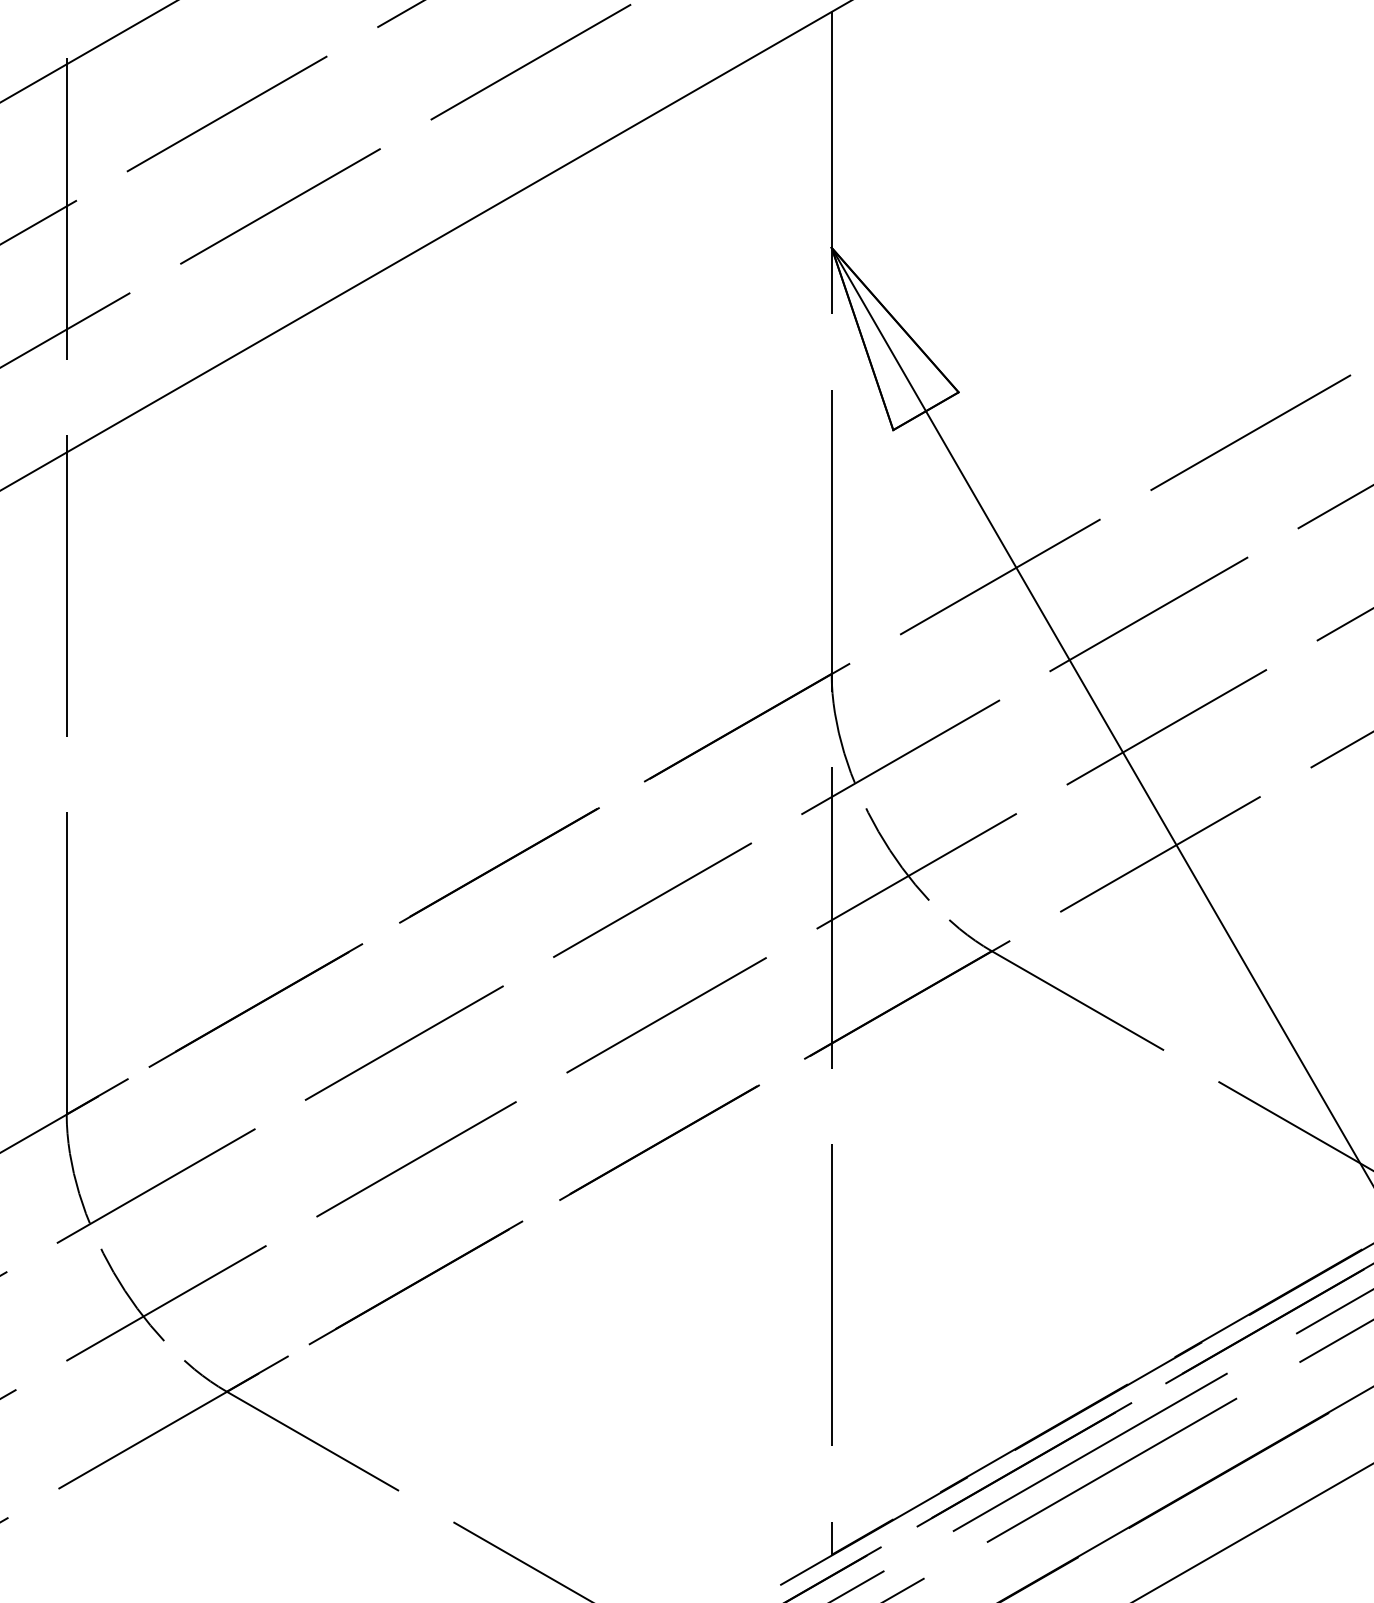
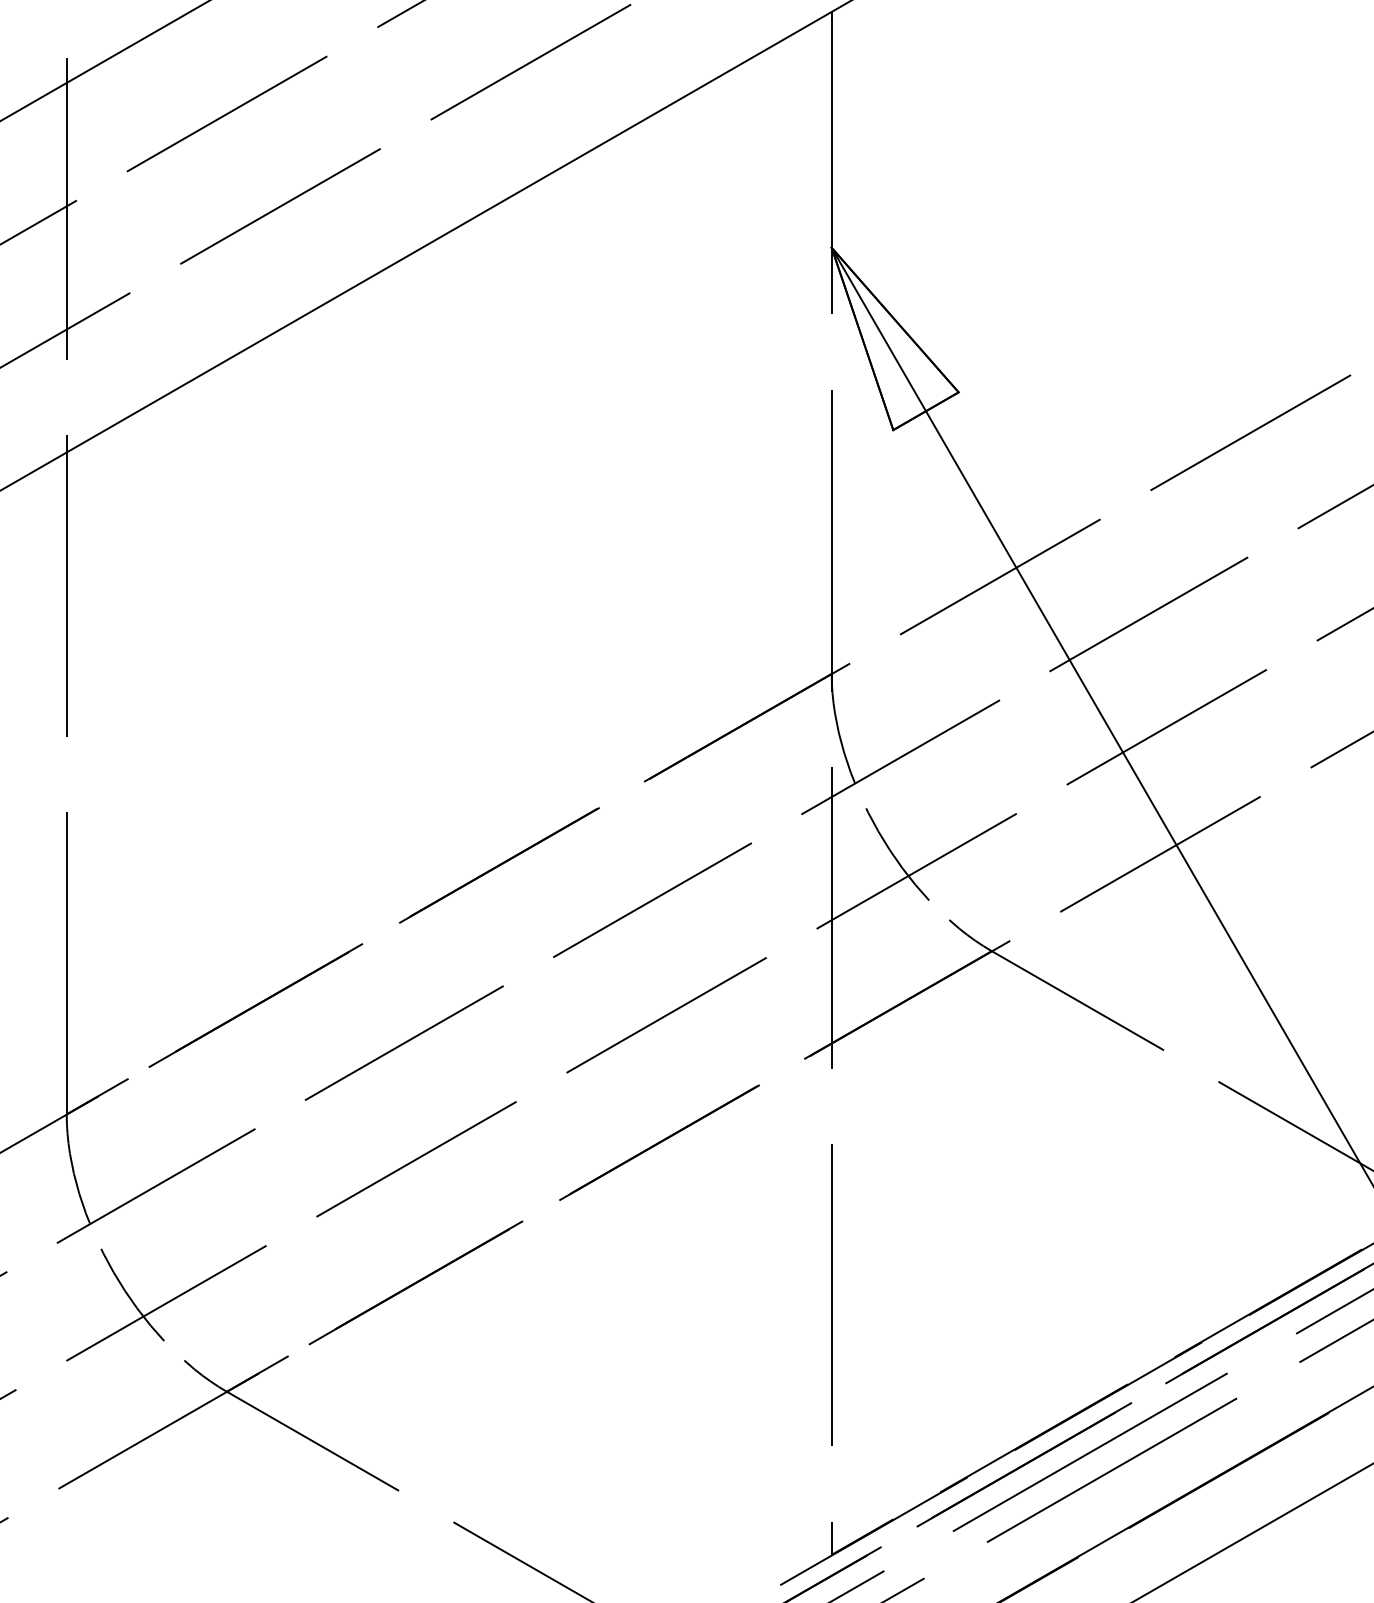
line at (88, 51) position: (88, 51) -> (104, 61)
